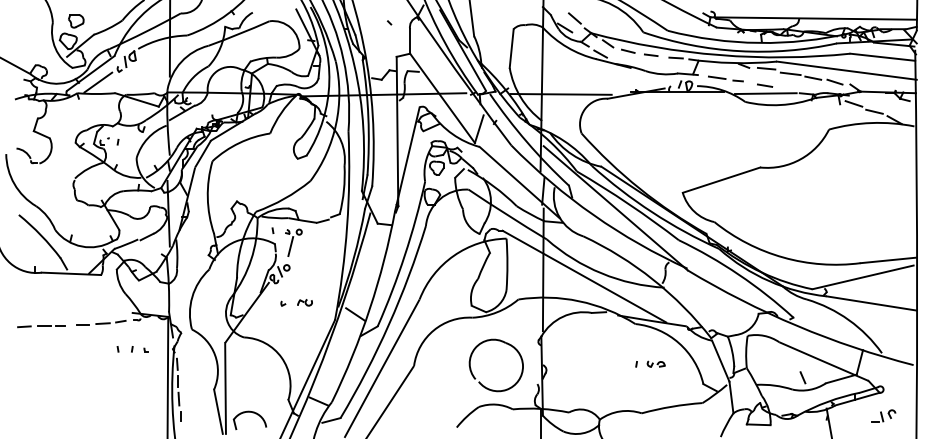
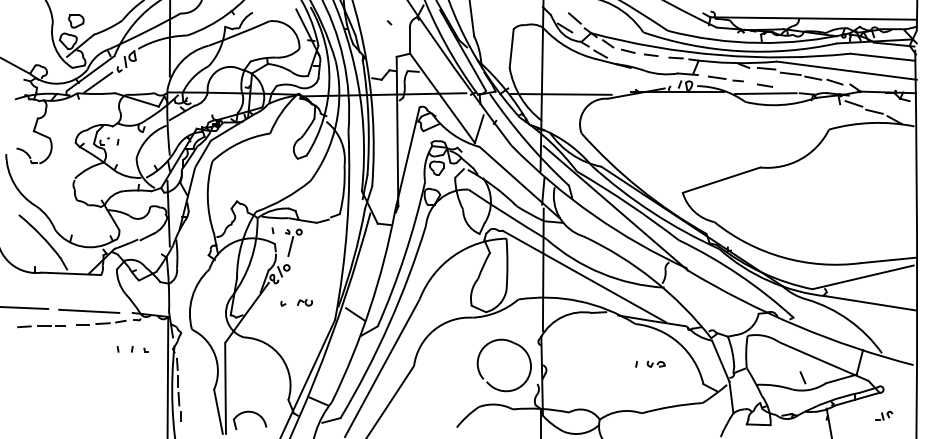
line at (25, 308): none -> present
line at (89, 310): none -> present
part at (479, 381) position: (479, 381) -> (487, 381)
part at (883, 415) size: 26x14 px -> 19x11 px
